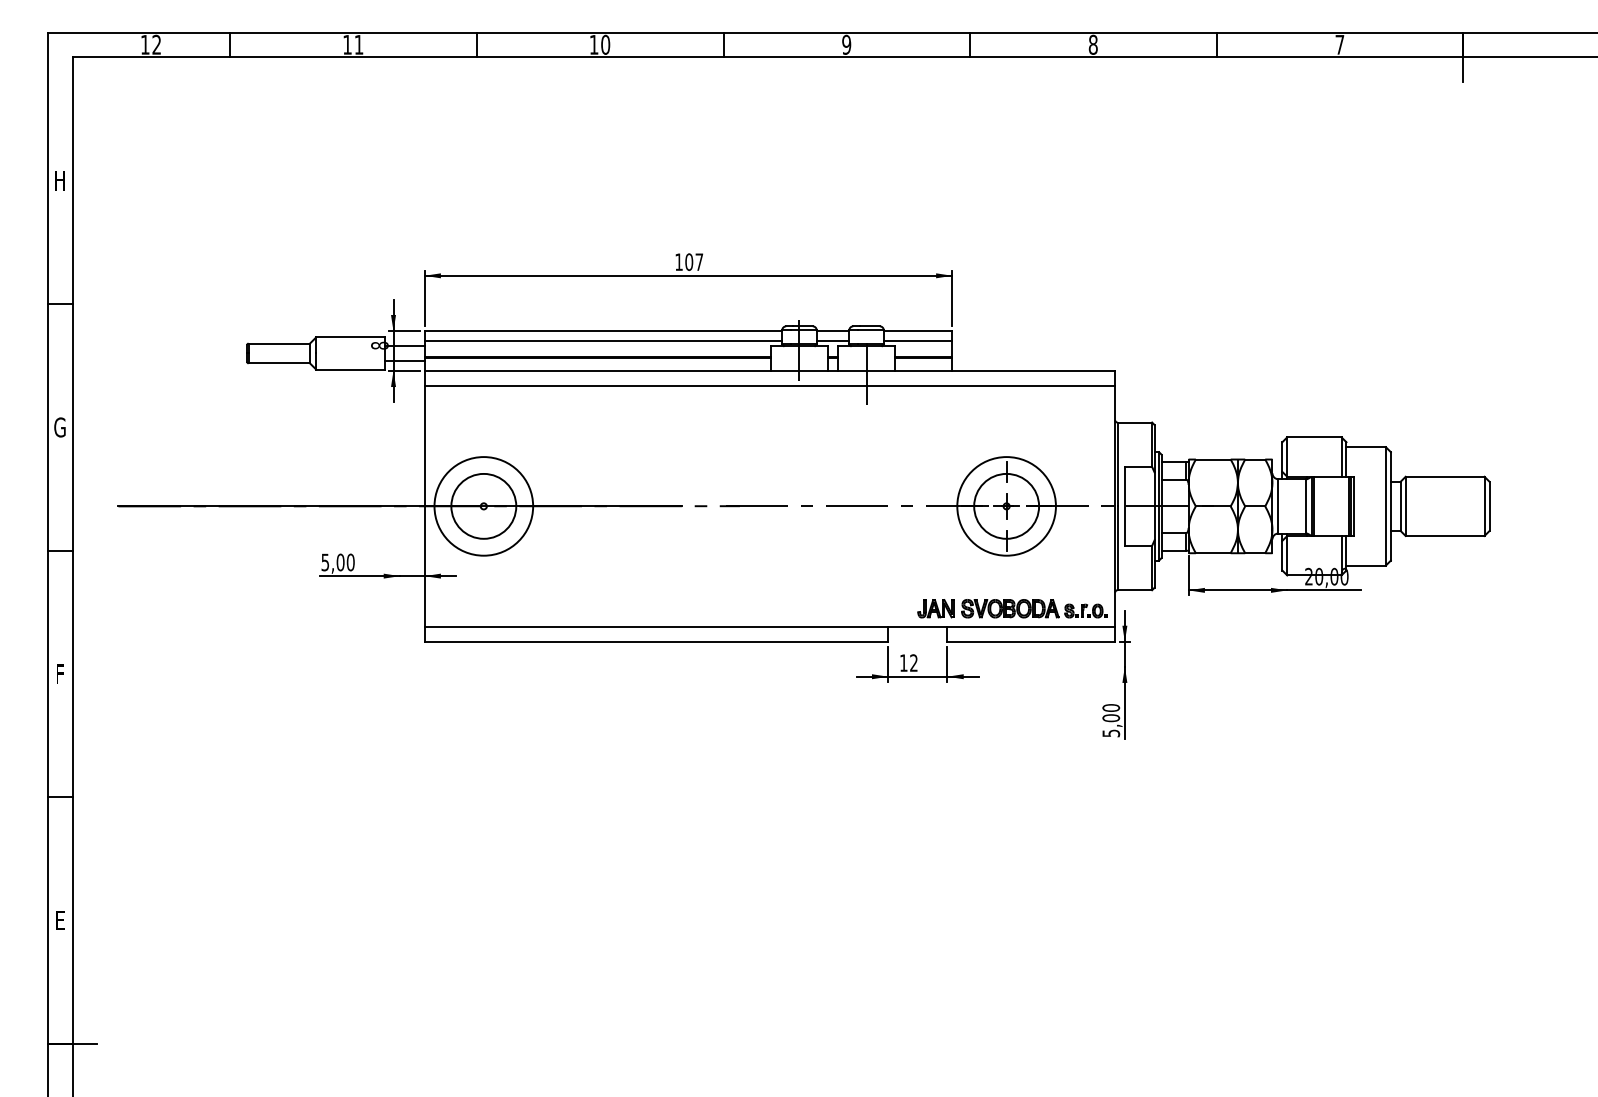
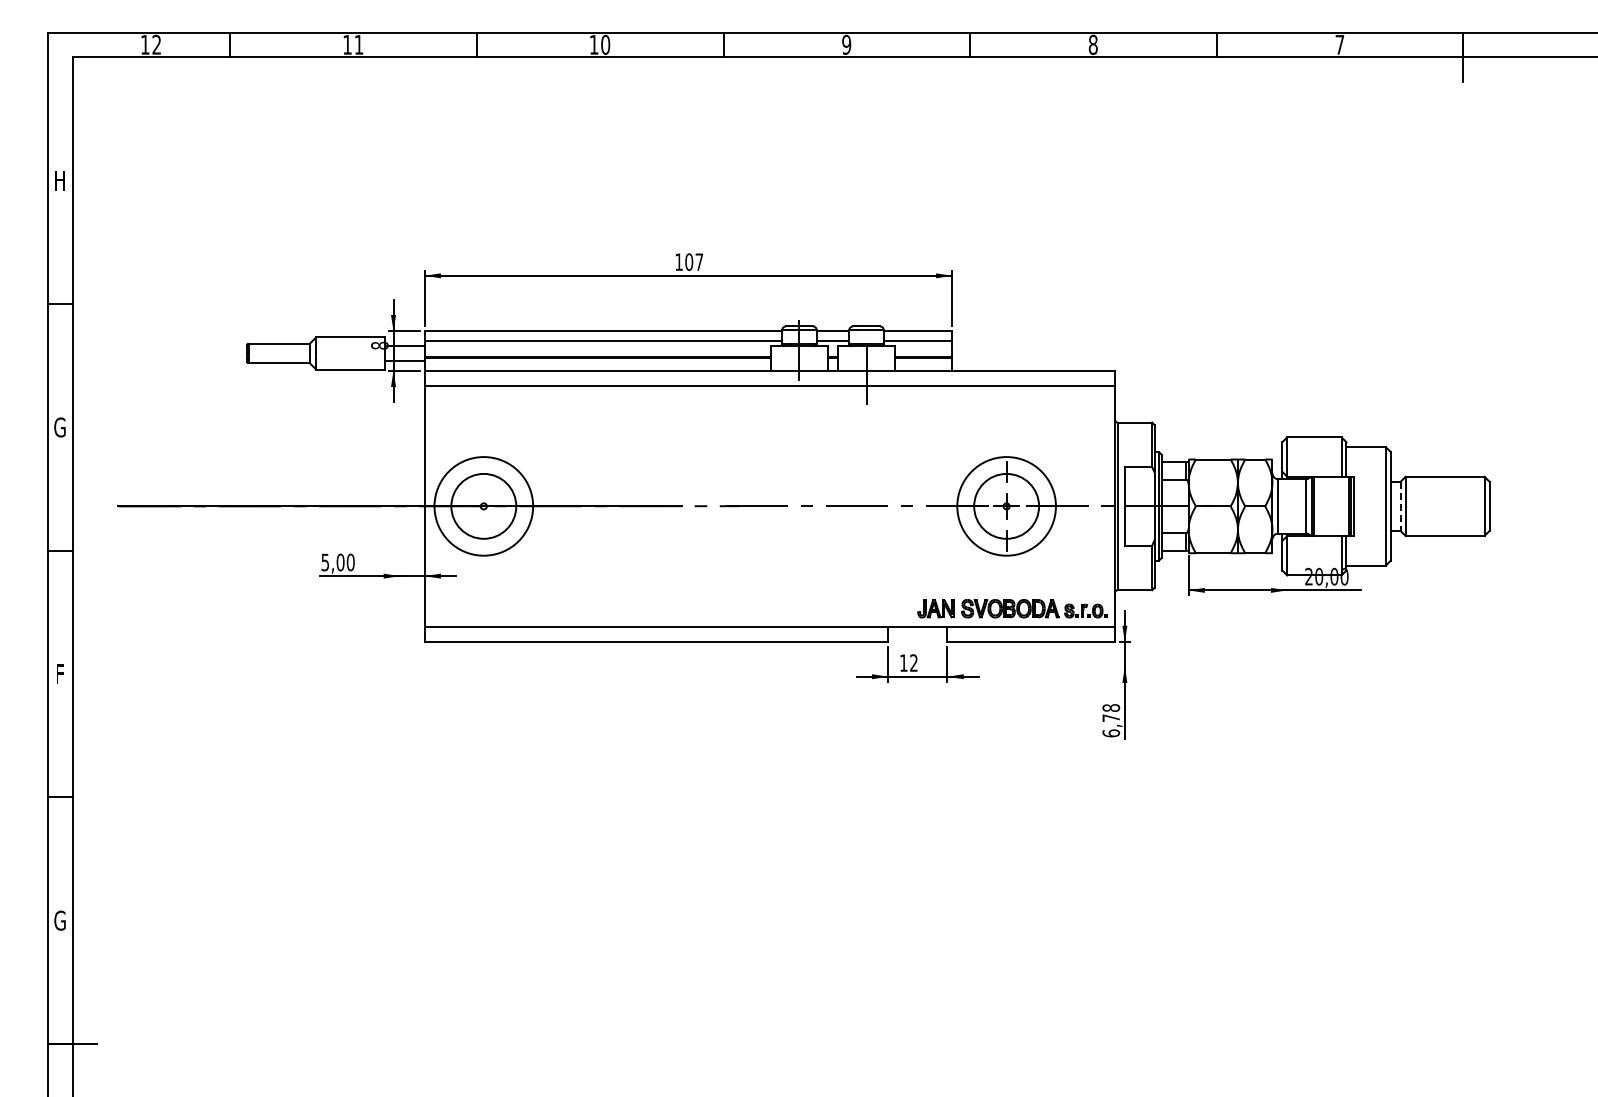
line at (1400, 506): solid -> dashed
text at (1111, 720): 5,00 -> 6,78
text at (59, 920): E -> G
